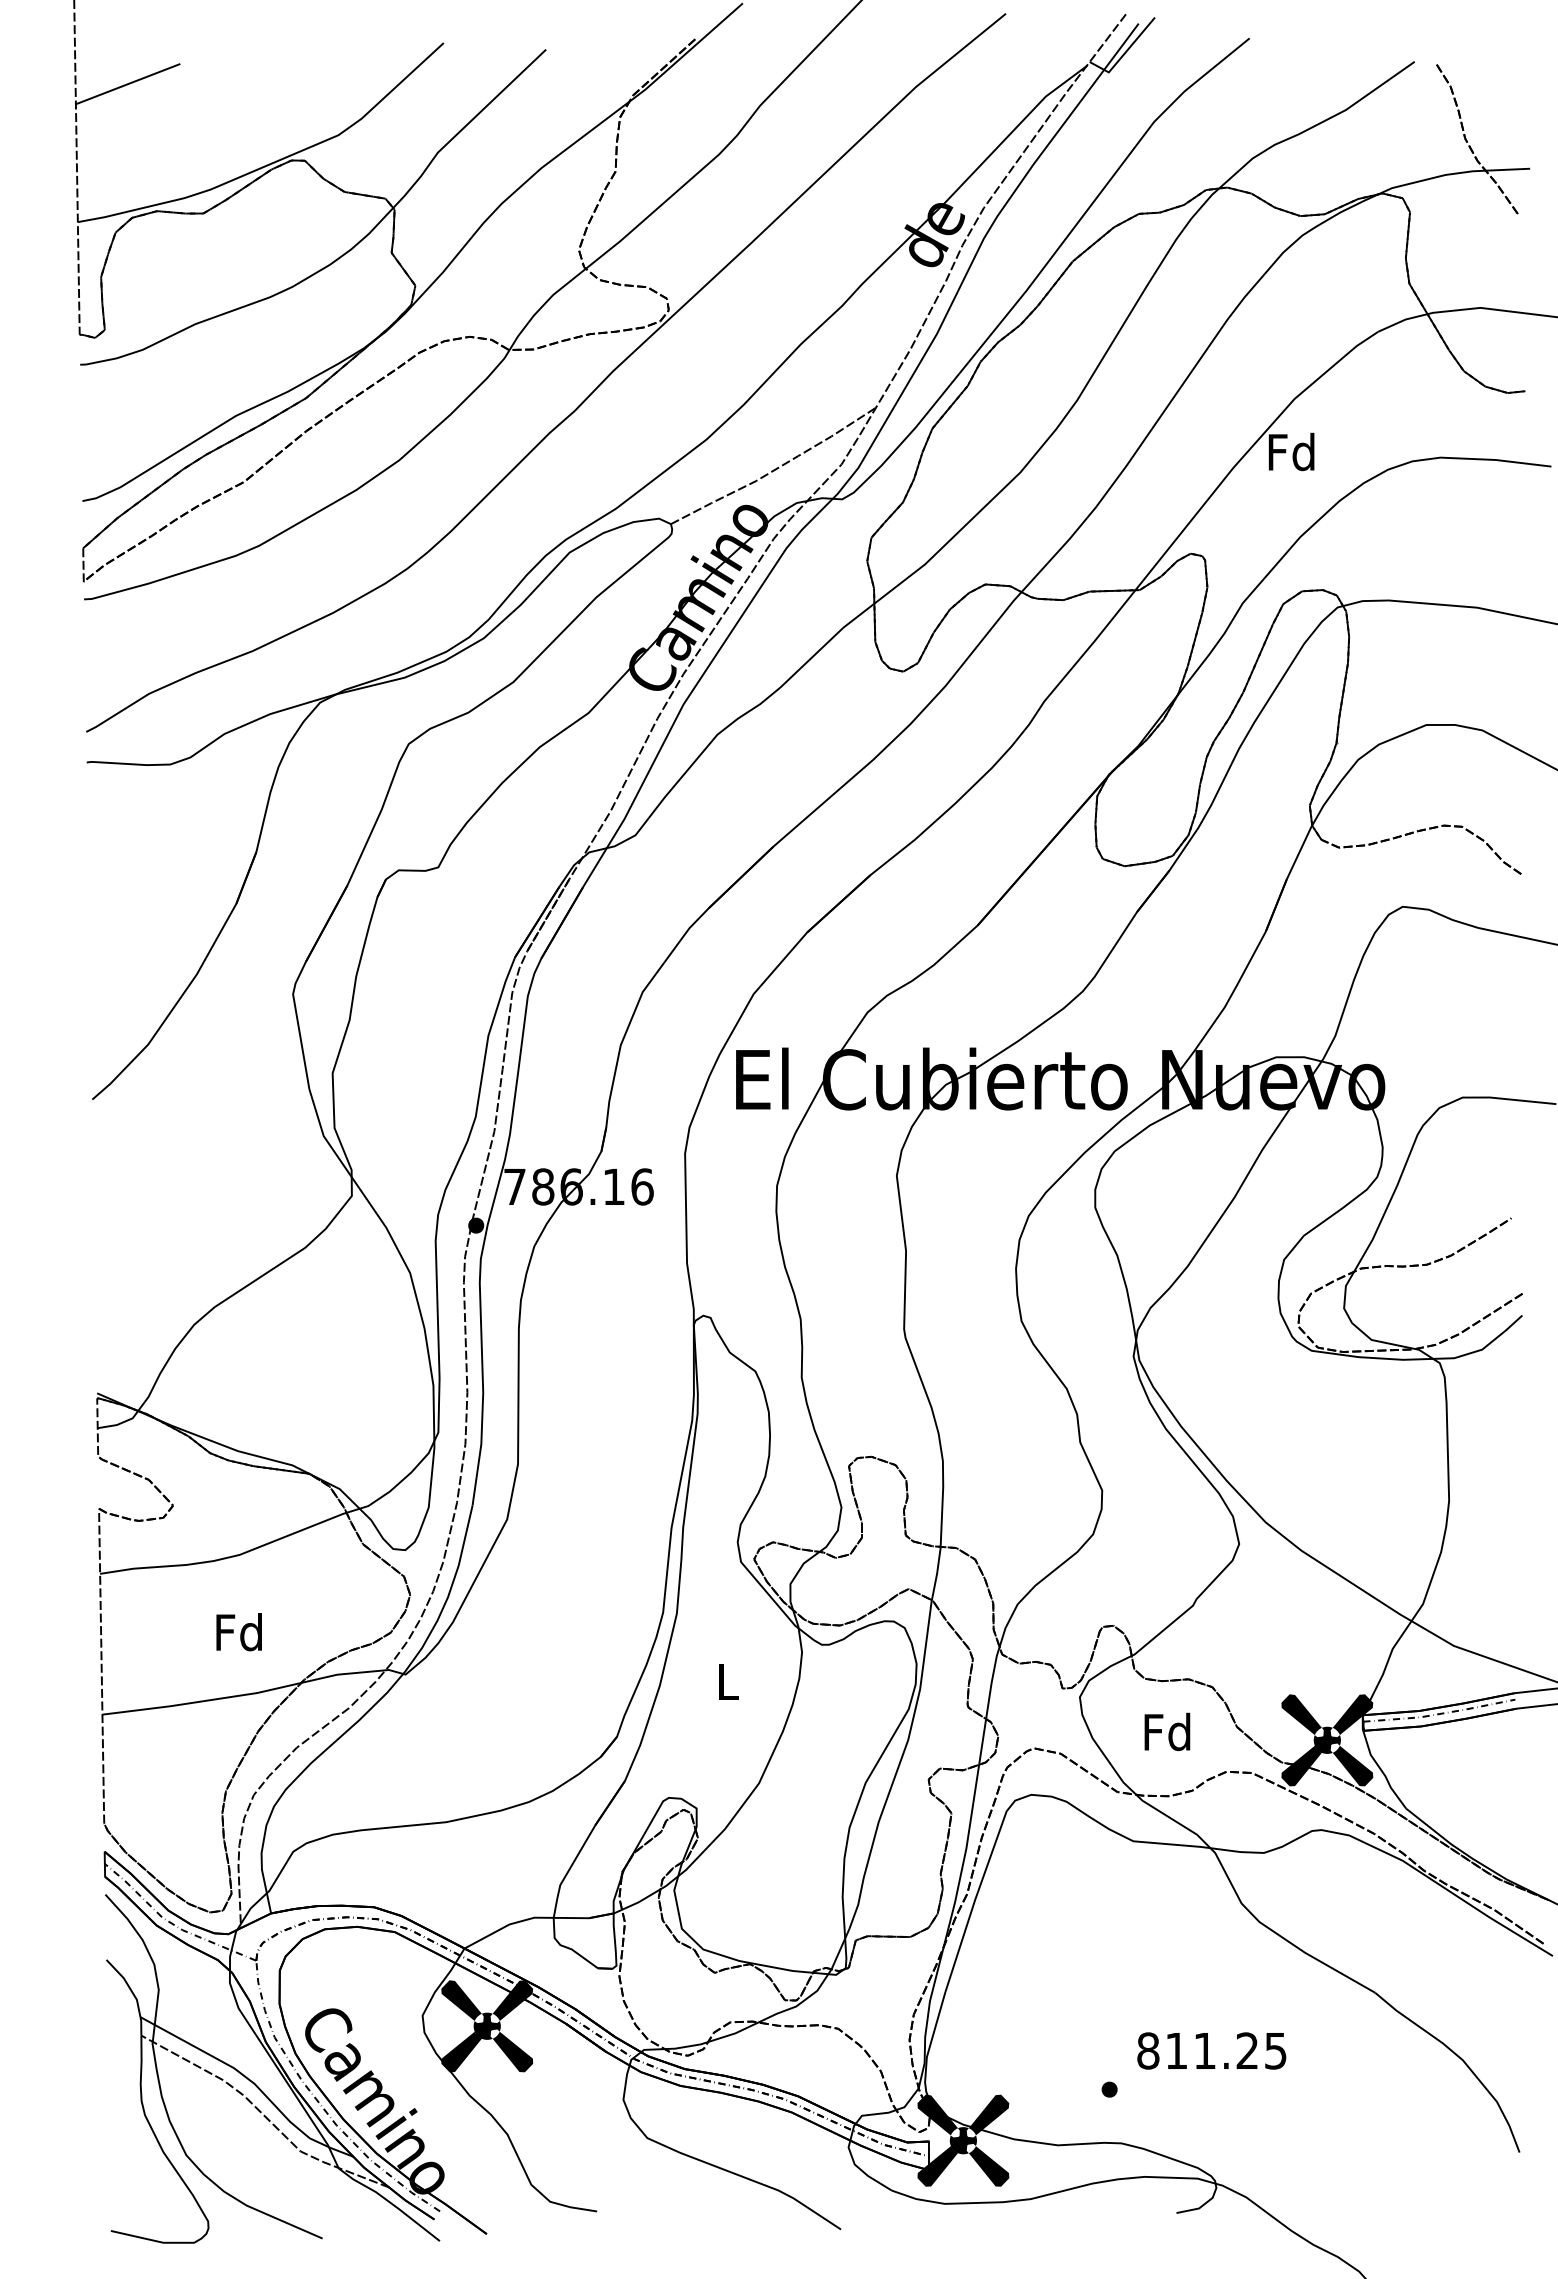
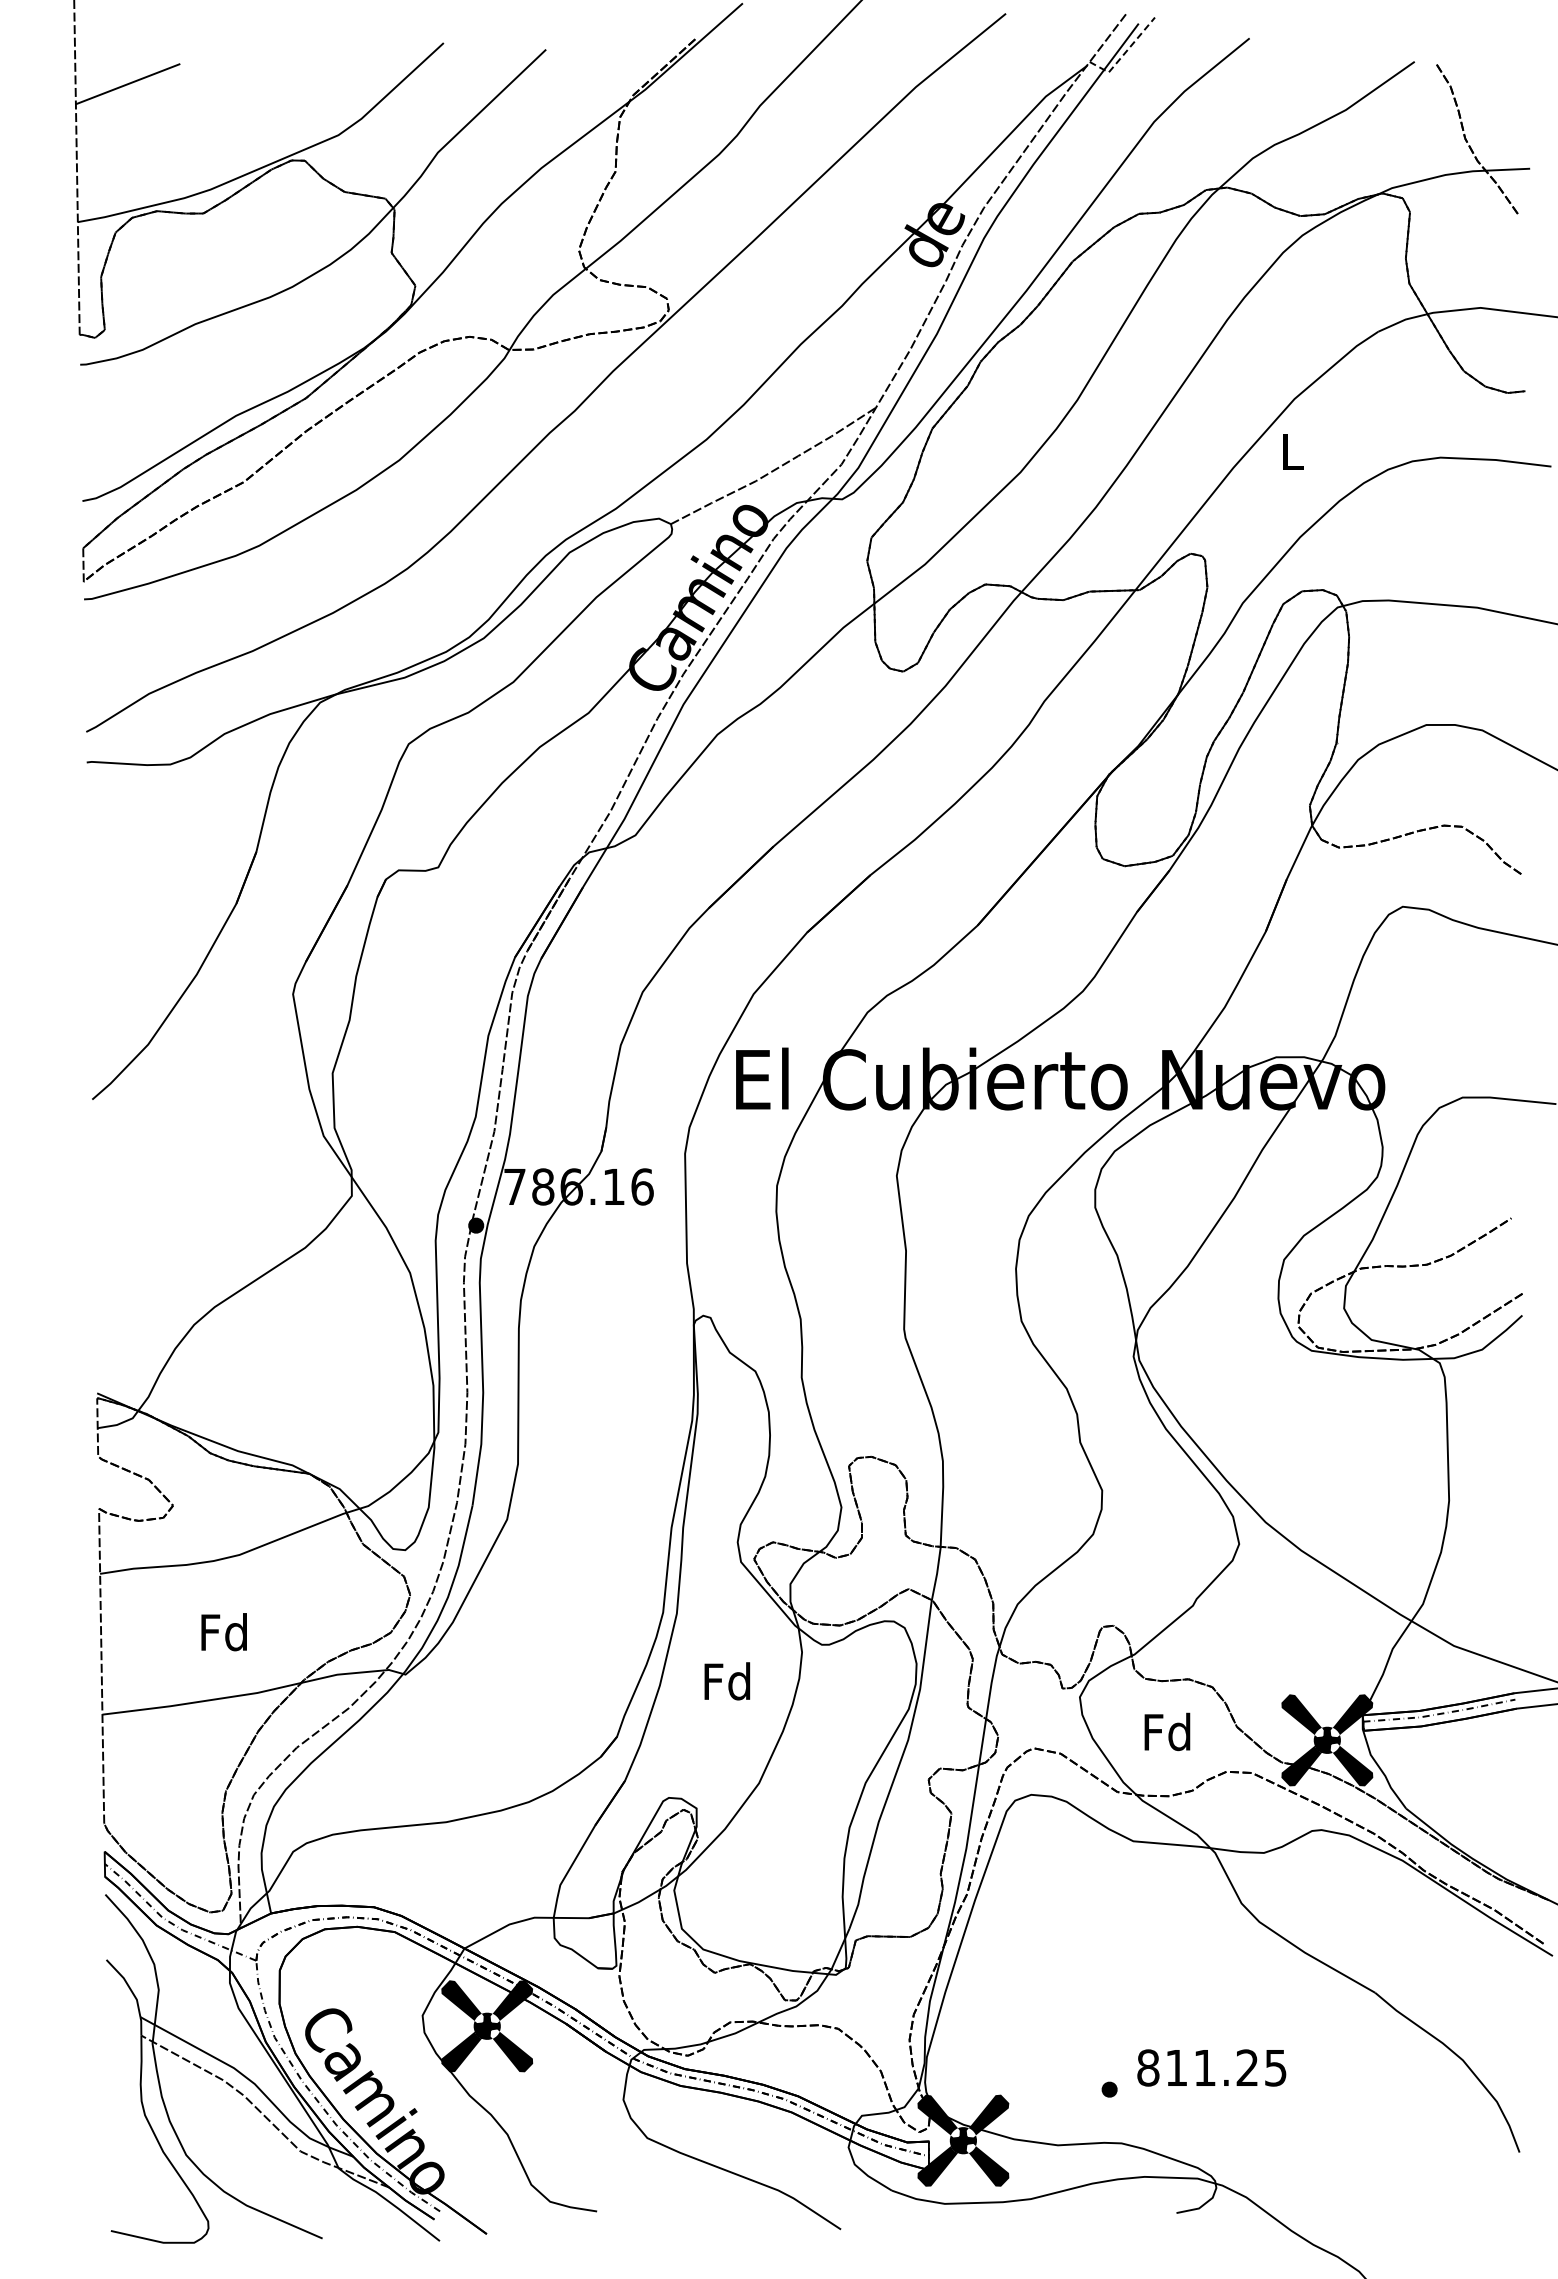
line at (1124, 53): solid -> dashed
text at (1291, 451): Fd -> L
text at (238, 1632) position: (238, 1632) -> (223, 1632)
text at (727, 1681): L -> Fd
text at (1211, 2050) position: (1211, 2050) -> (1211, 2067)
